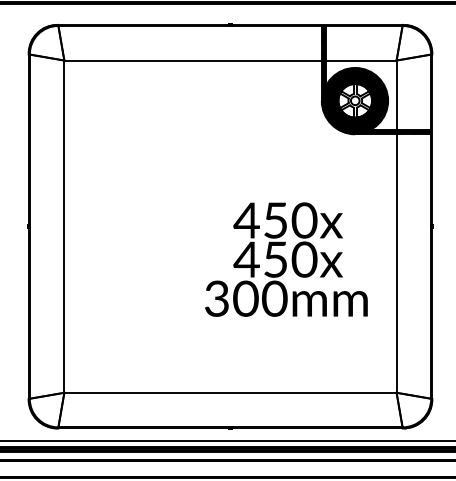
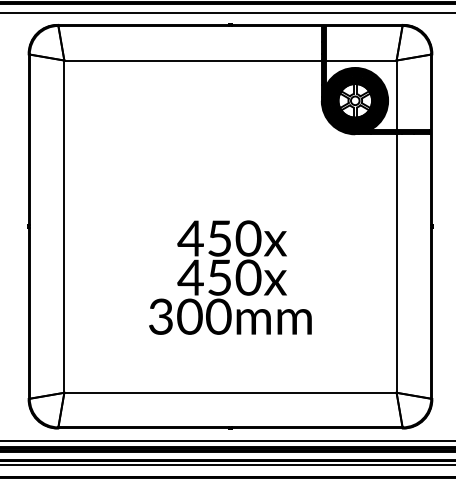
line at (227, 13): none -> present
text at (286, 259) position: (286, 259) -> (230, 277)
line at (227, 465): none -> present
